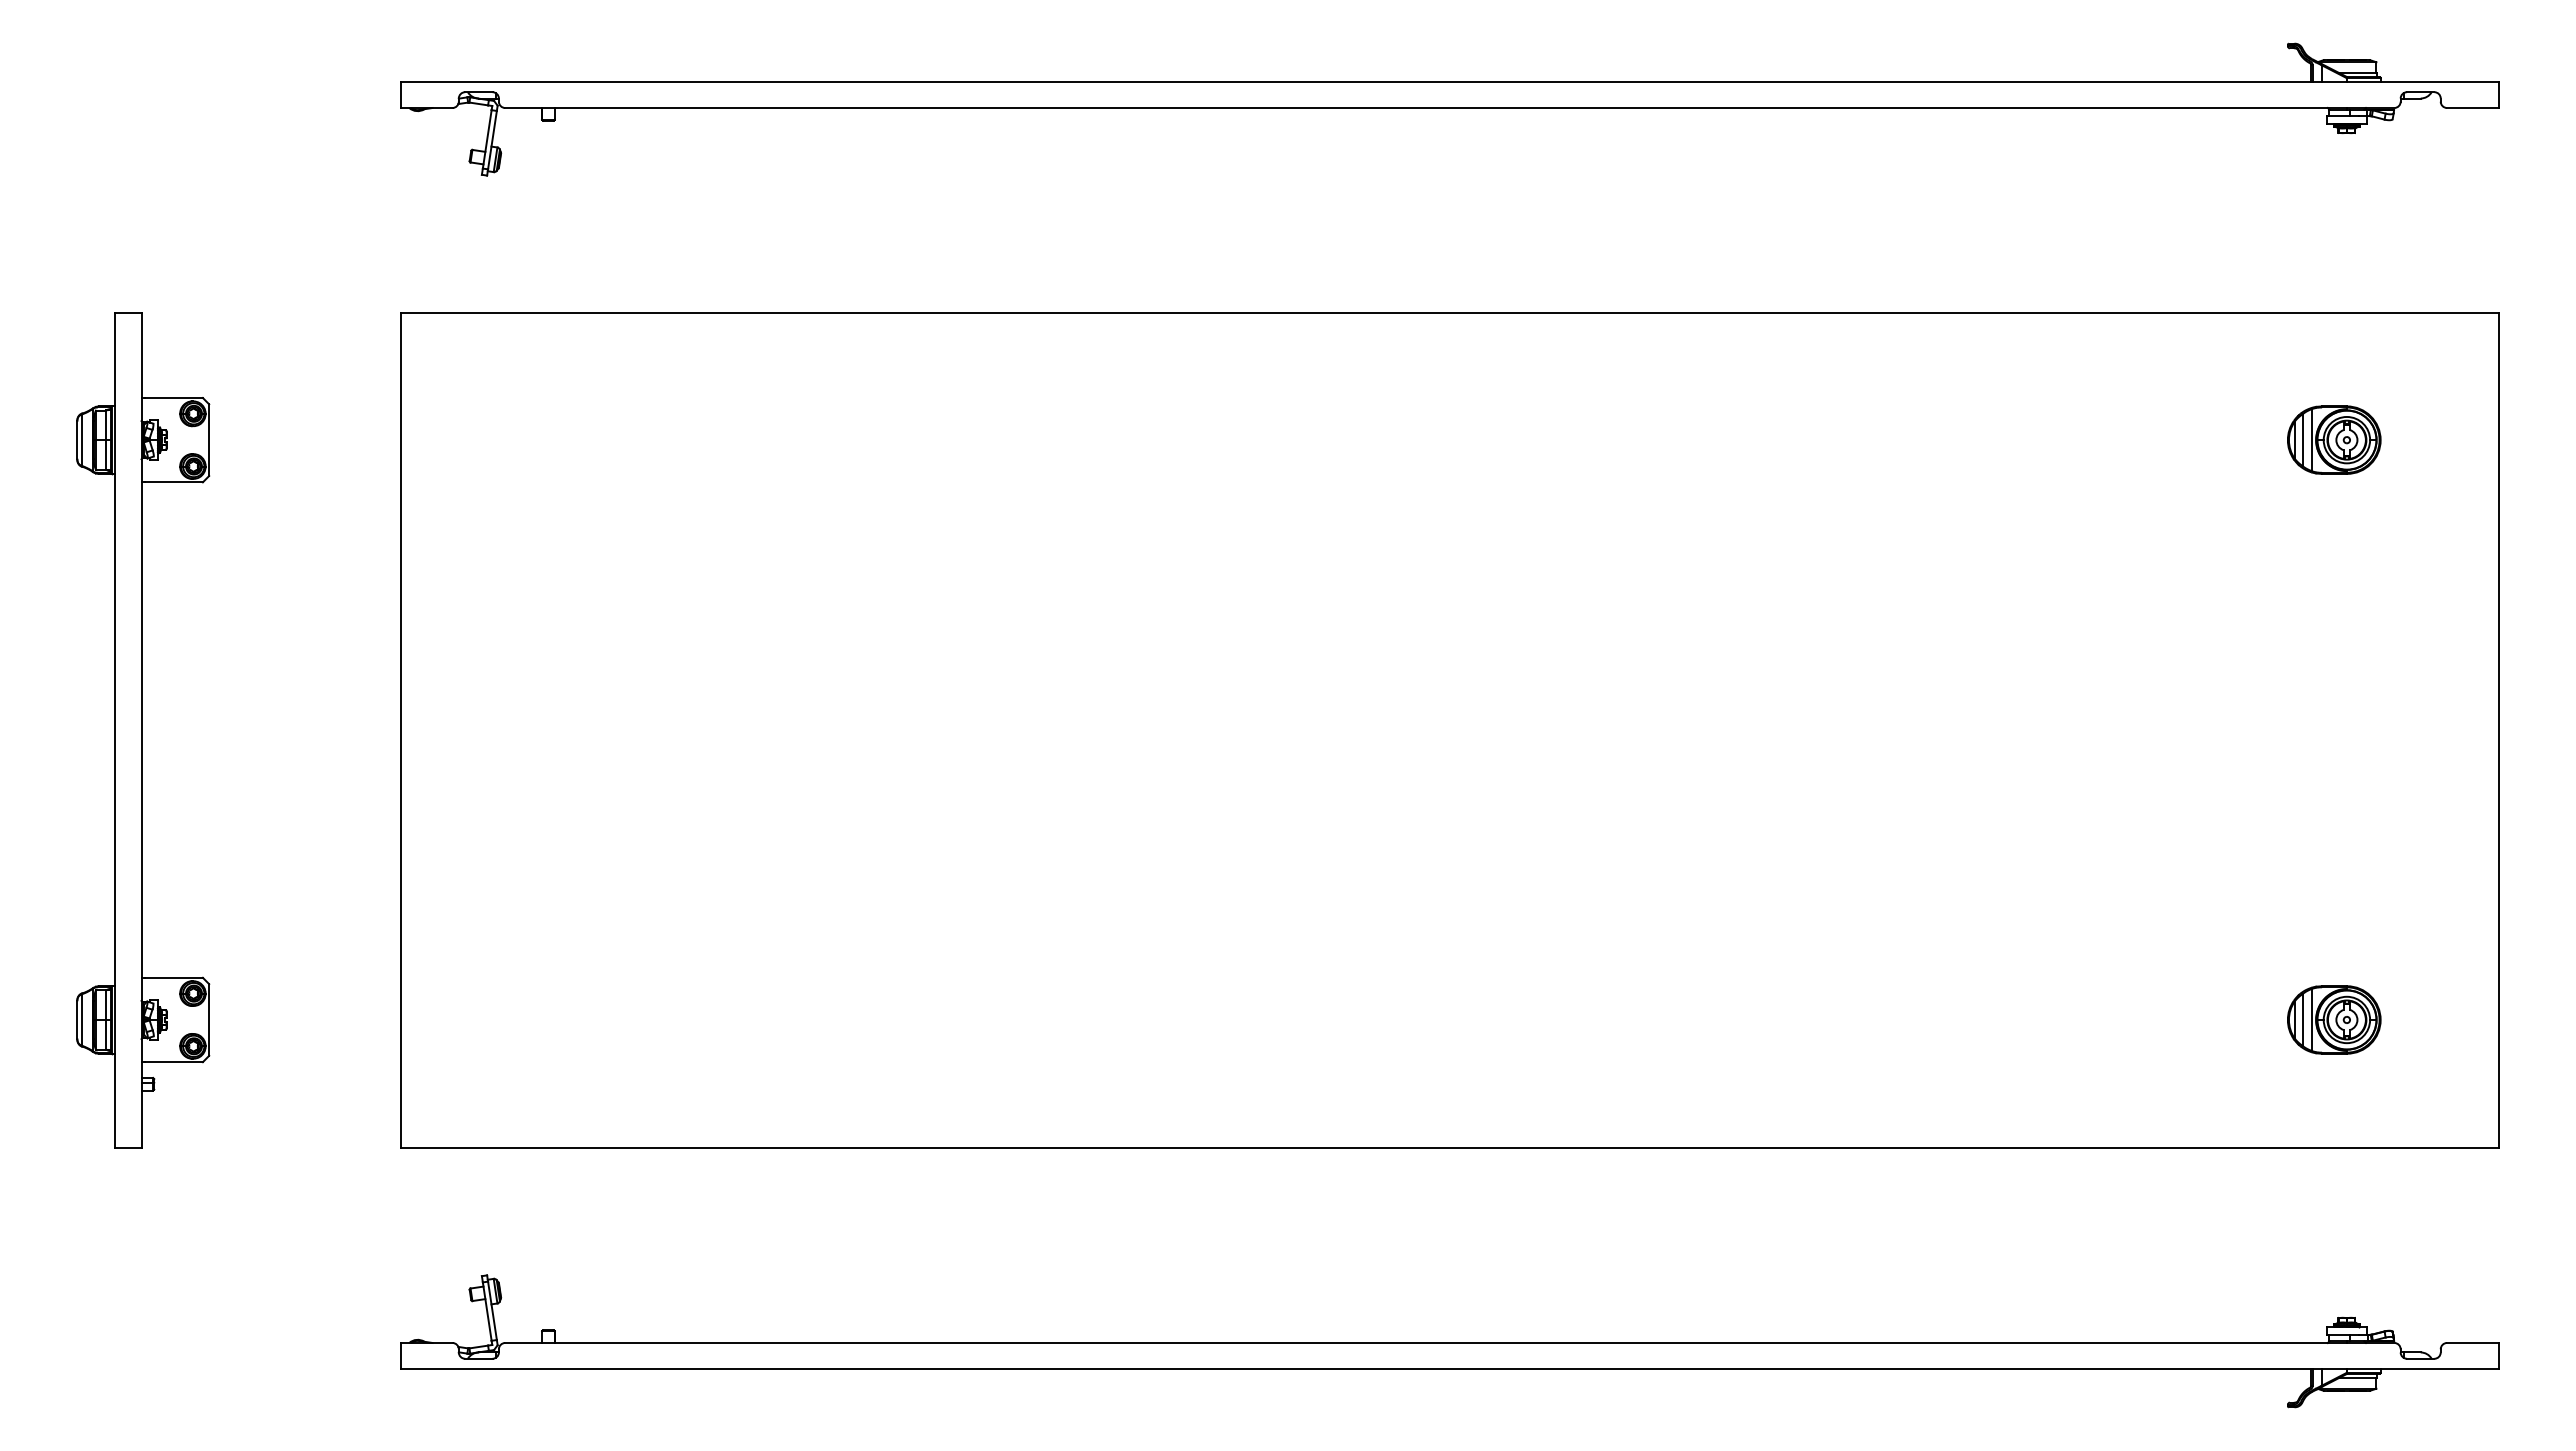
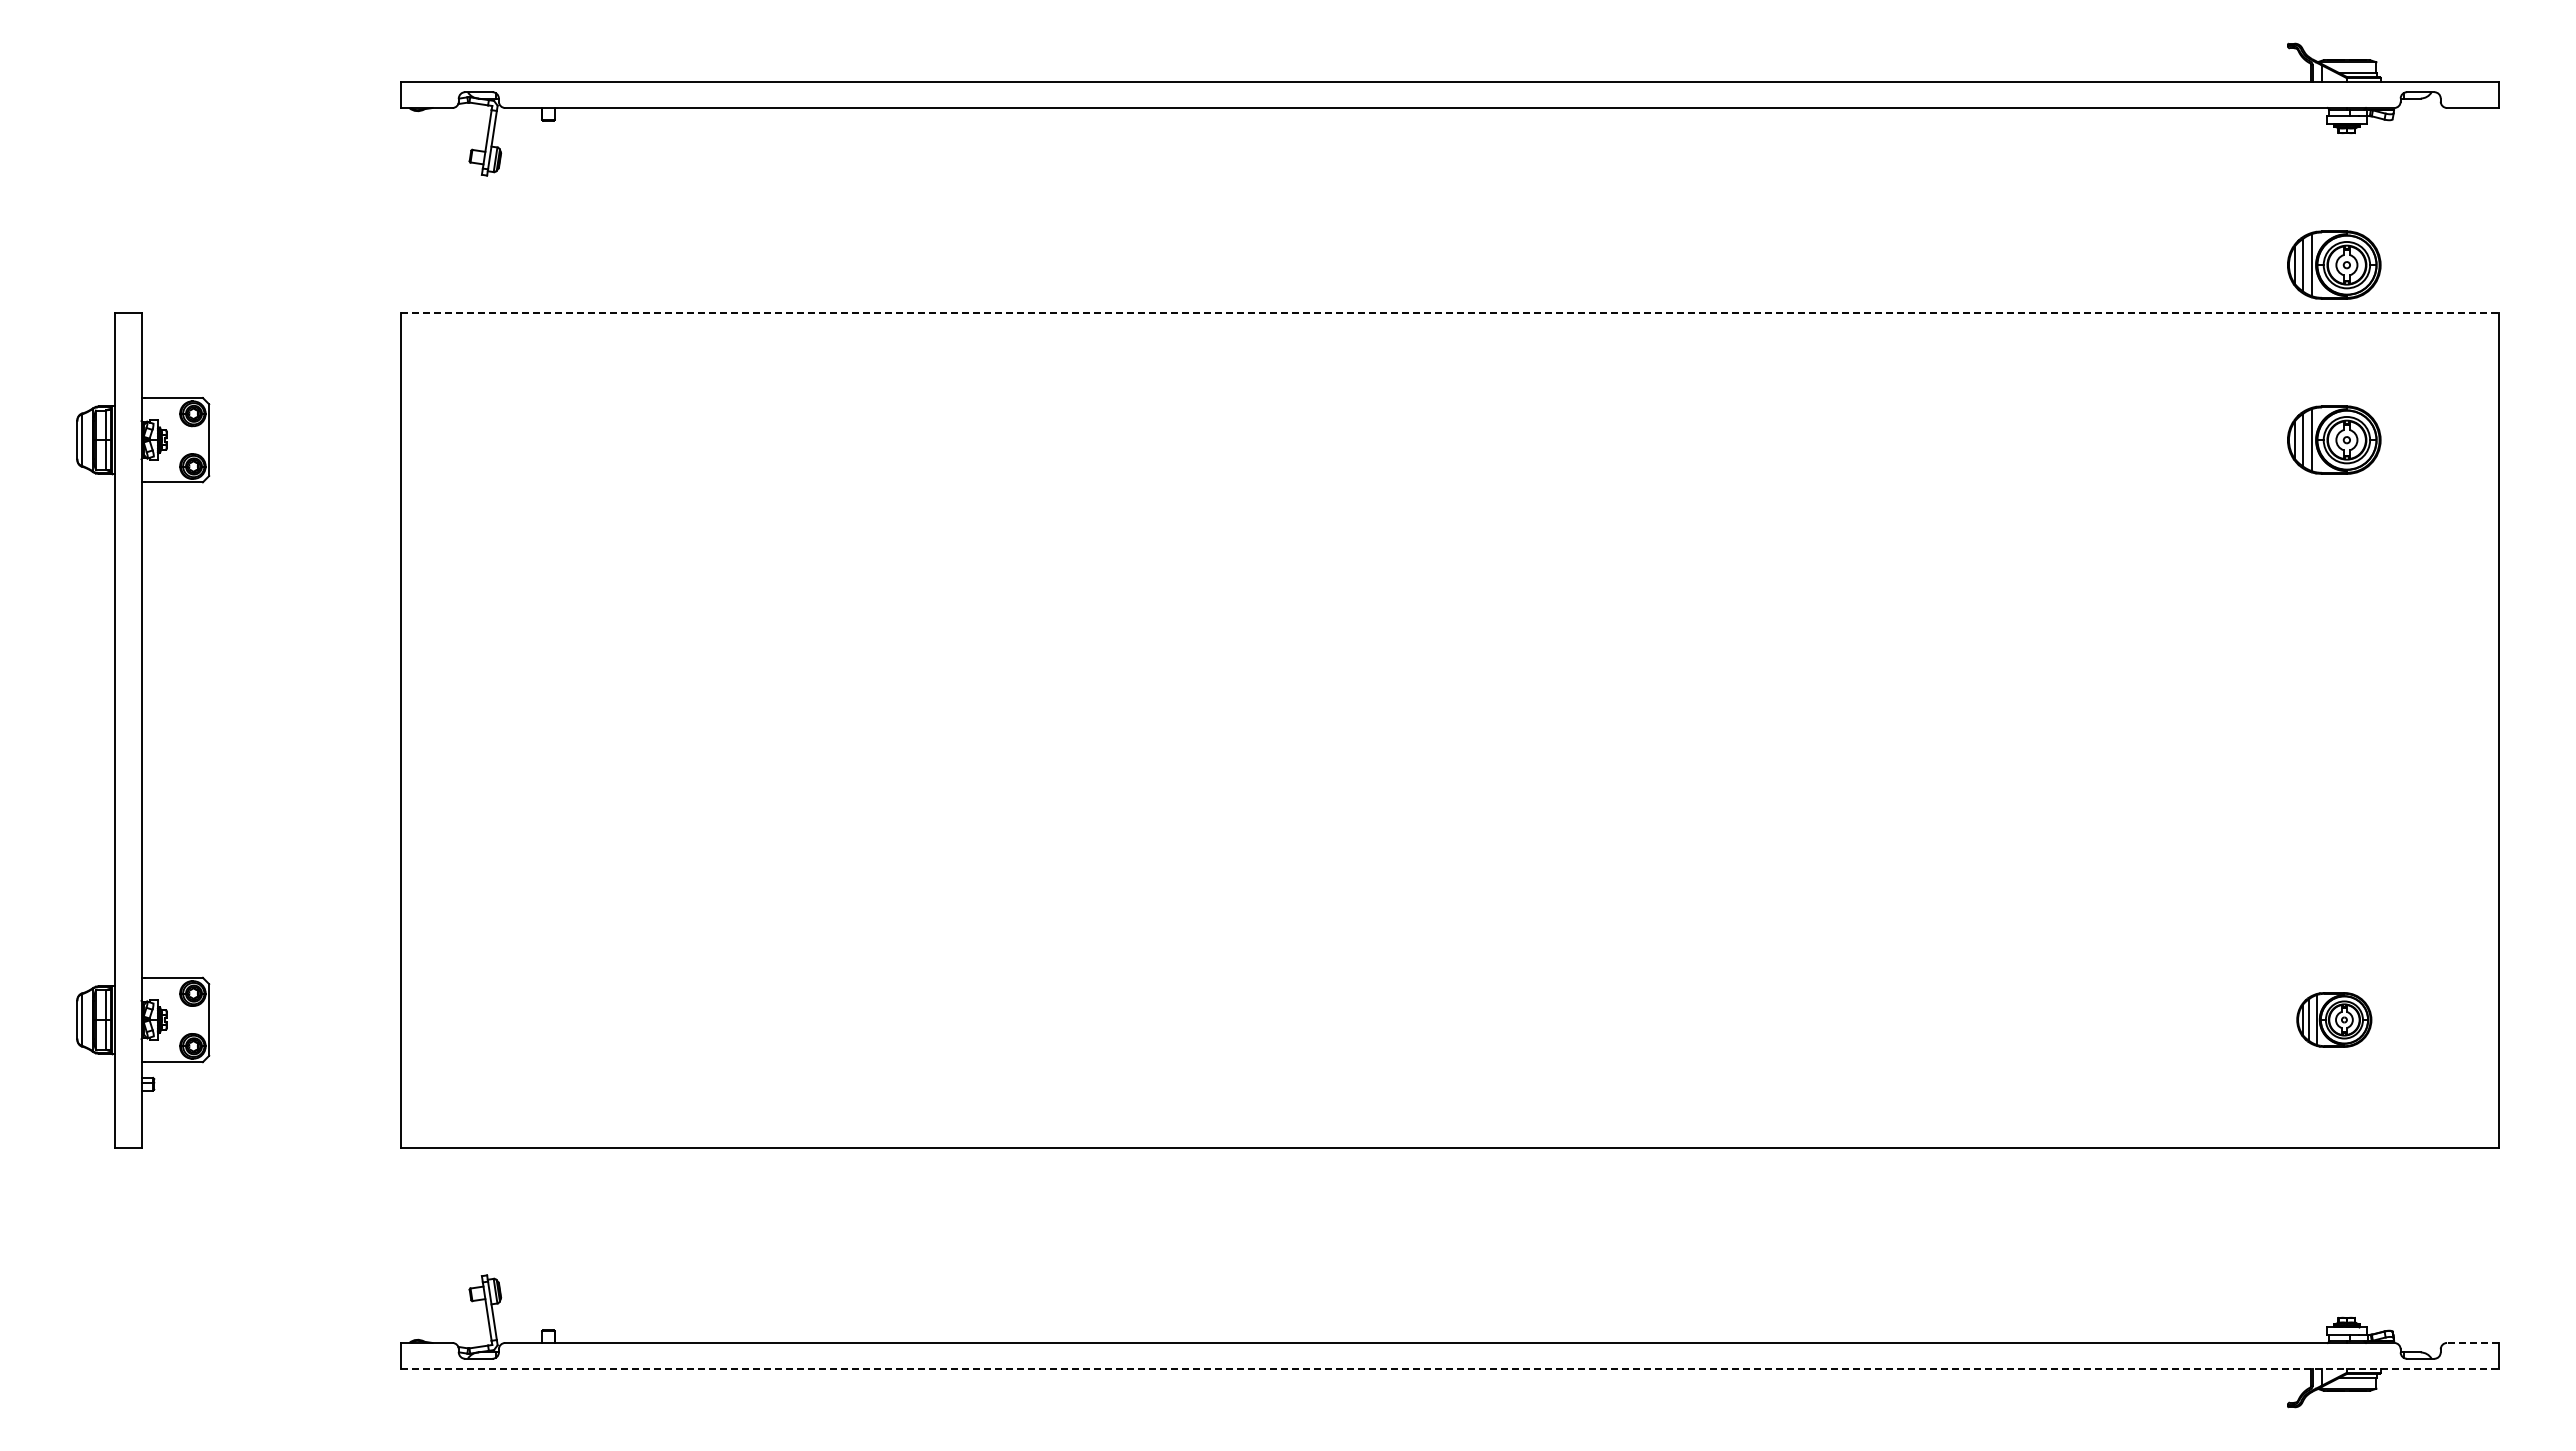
part at (2334, 264): none -> present
line at (1449, 312): solid -> dashed
part at (2334, 1019) size: 95x70 px -> 77x56 px
line at (2472, 1342): solid -> dashed
line at (1449, 1369): solid -> dashed
